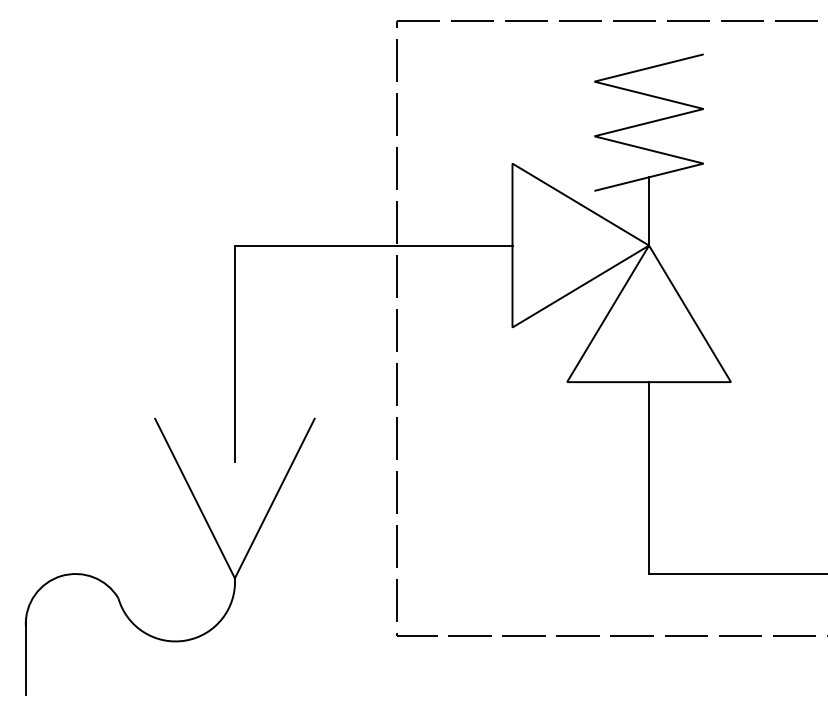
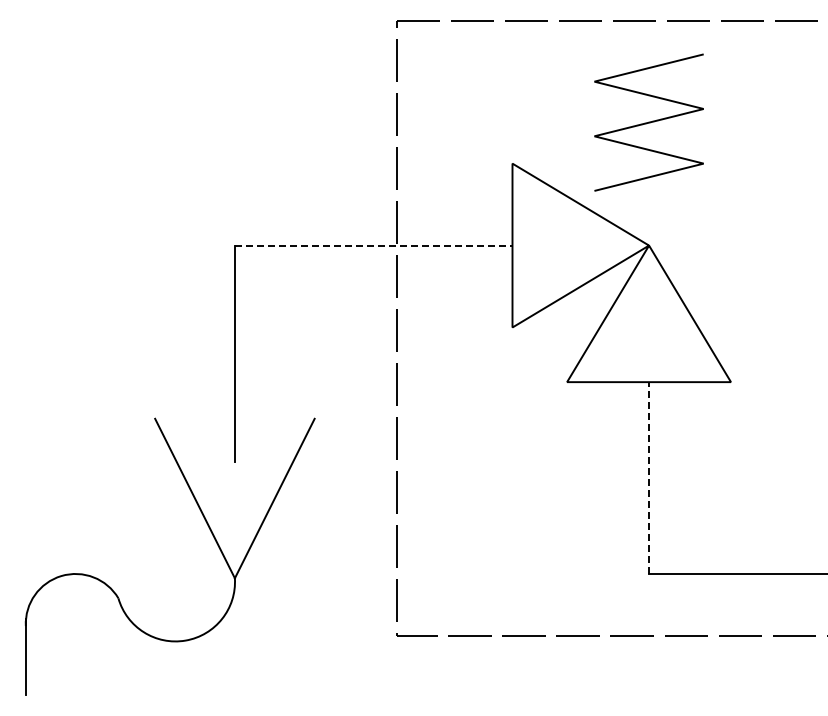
line at (649, 211): present -> none
line at (373, 245): solid -> dashed
line at (649, 477): solid -> dashed
